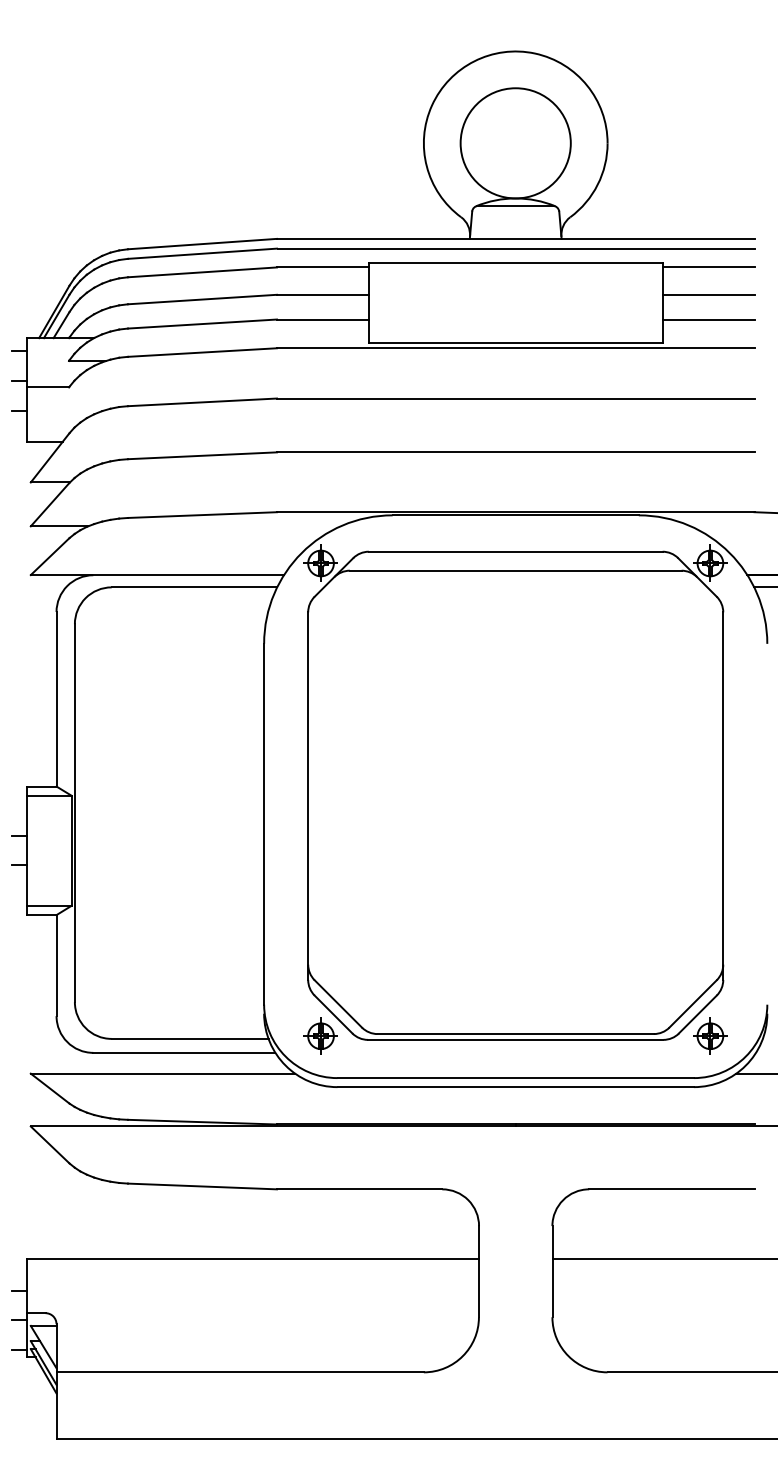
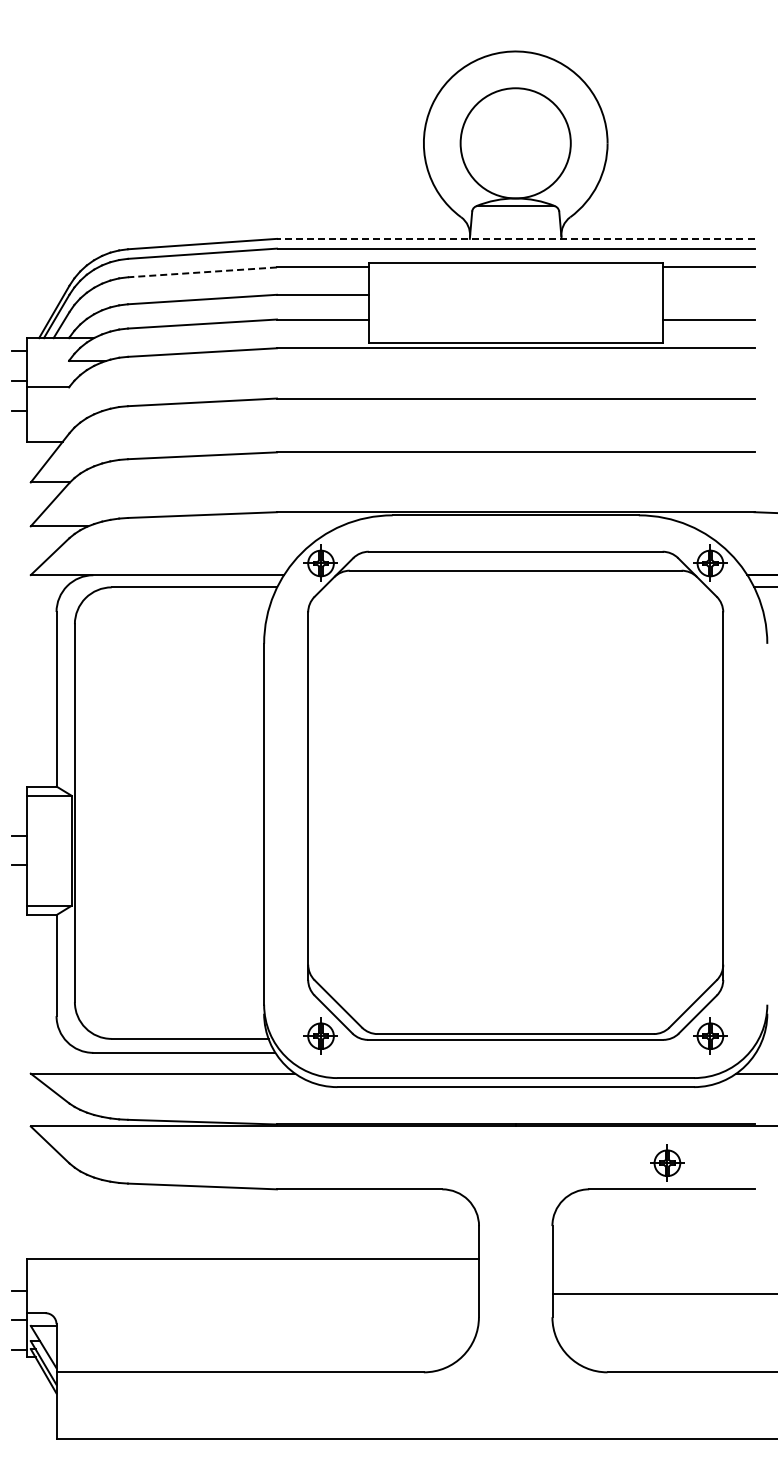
line at (515, 238): solid -> dashed
line at (202, 272): solid -> dashed
line at (708, 294): present -> none
part at (667, 1162): none -> present
line at (663, 1259) position: (663, 1259) -> (663, 1294)
